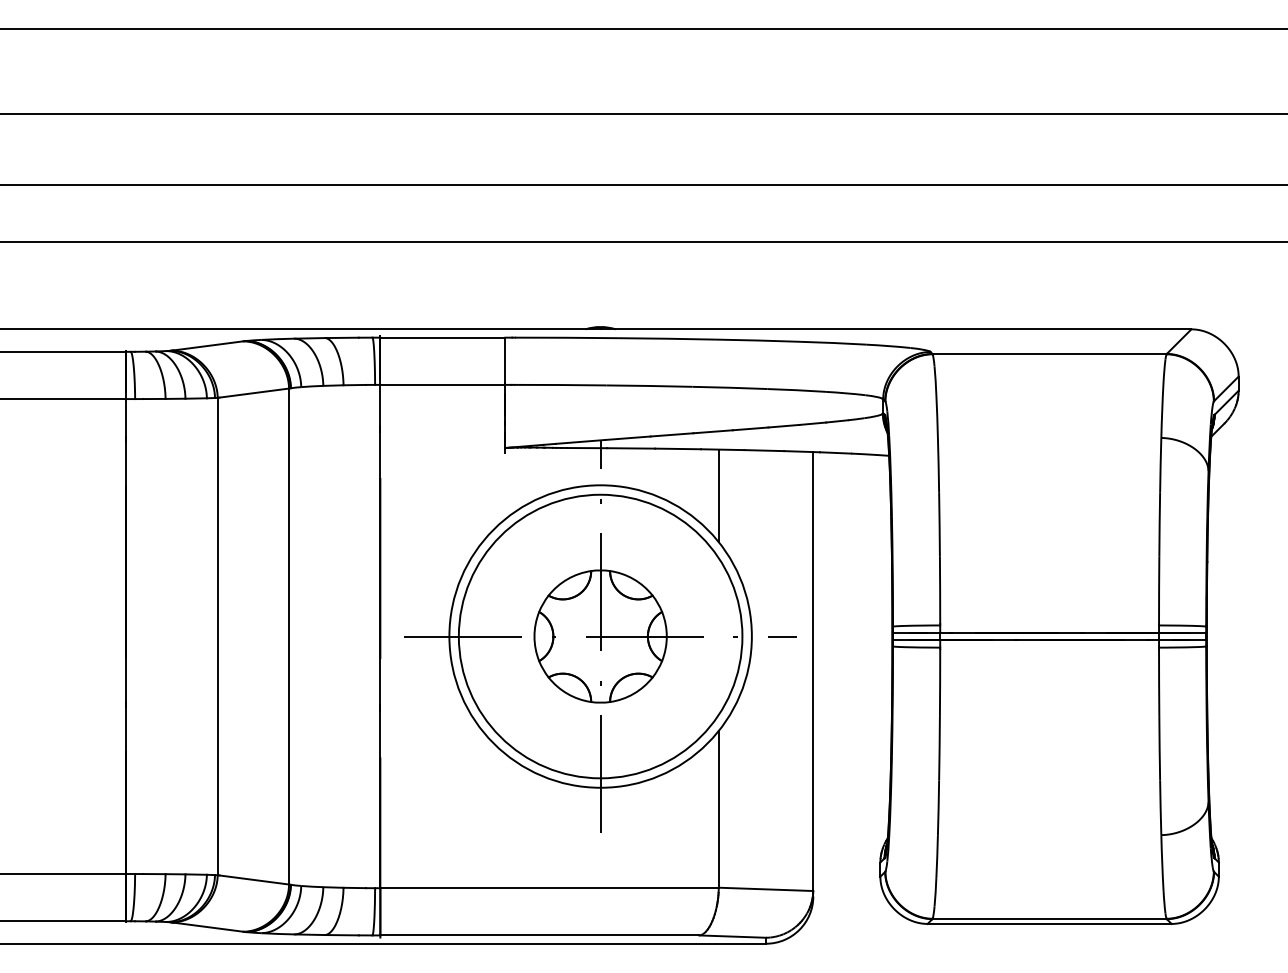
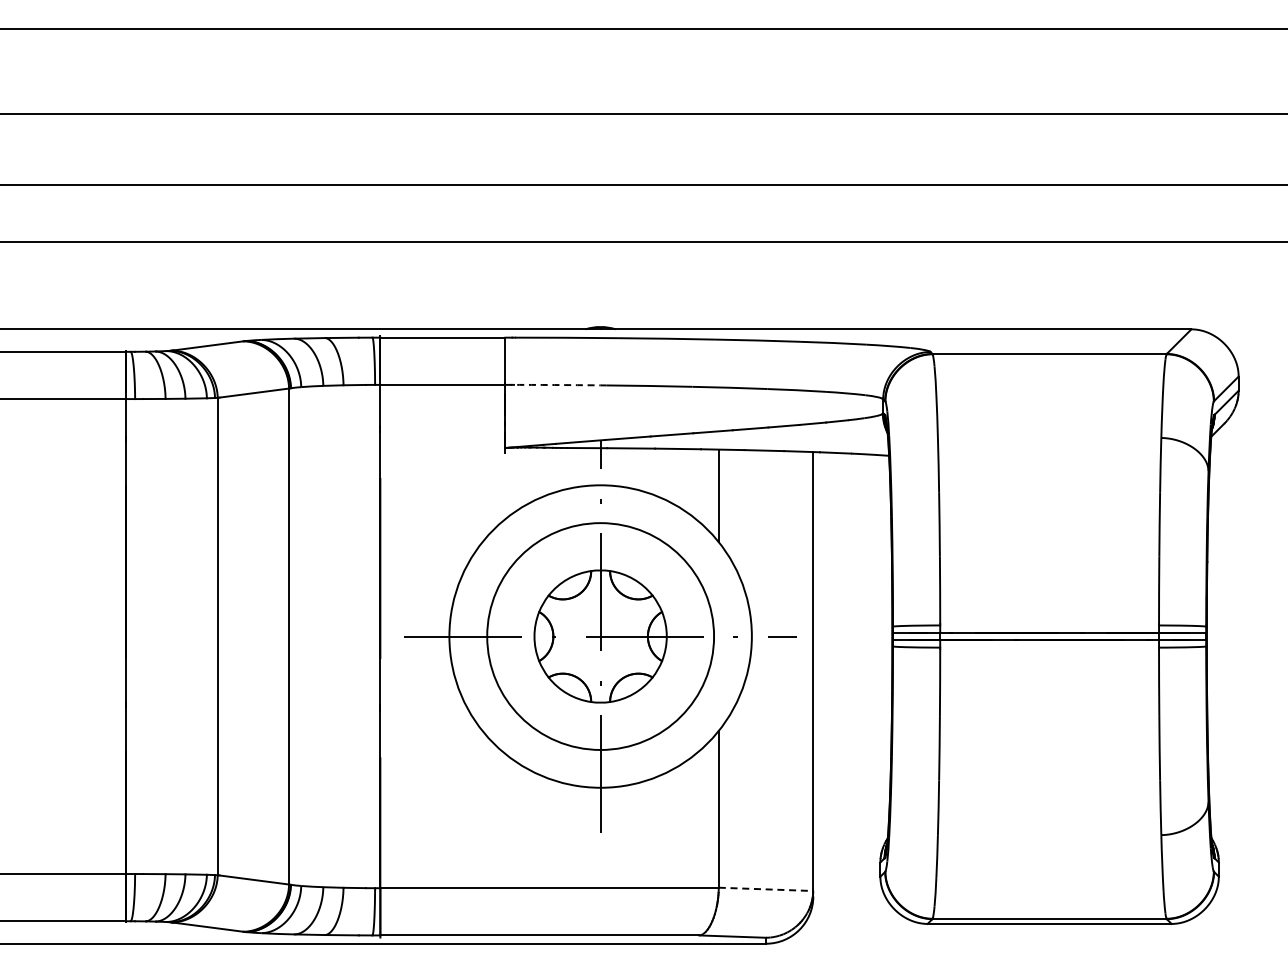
arc at (560, 385): solid -> dashed
circle at (600, 636) diameter: 284 px -> 227 px
line at (766, 889): solid -> dashed
